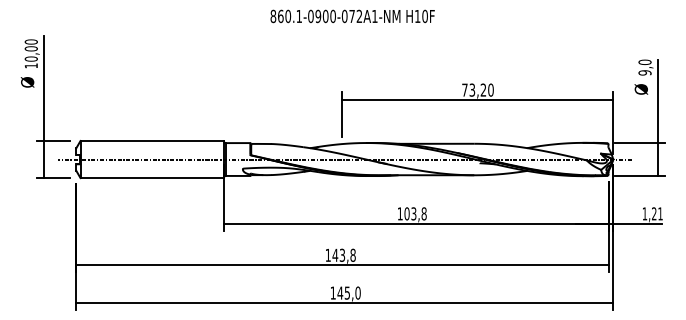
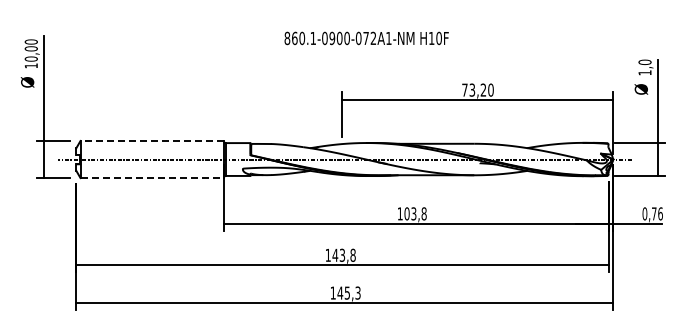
text at (352, 16) position: (352, 16) -> (366, 38)
text at (644, 72): 9,0 -> 1,0
line at (152, 141): solid -> dashed
line at (152, 178): solid -> dashed
text at (652, 213): 1,21 -> 0,76
text at (357, 292): 145,0 -> 145,3
